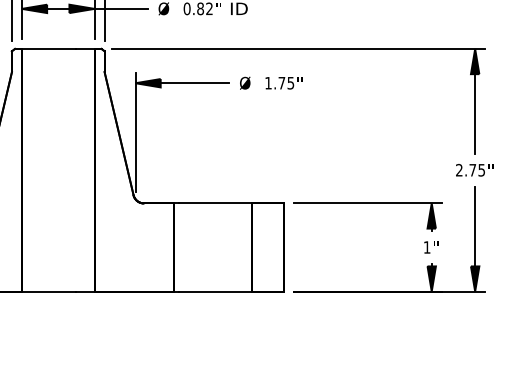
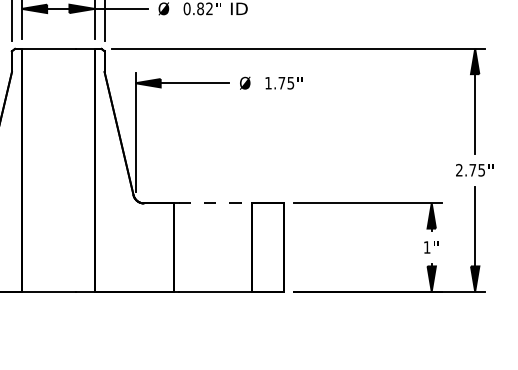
line at (215, 203): solid -> dashed
